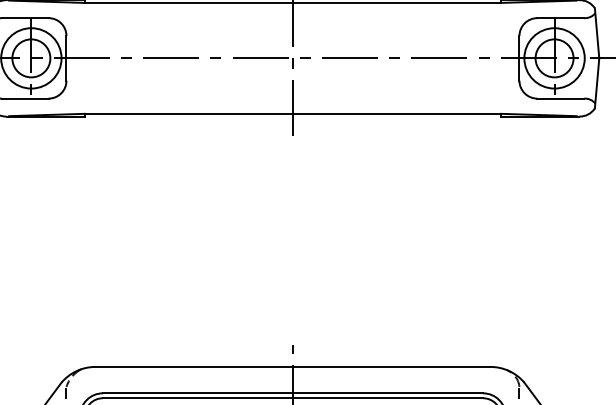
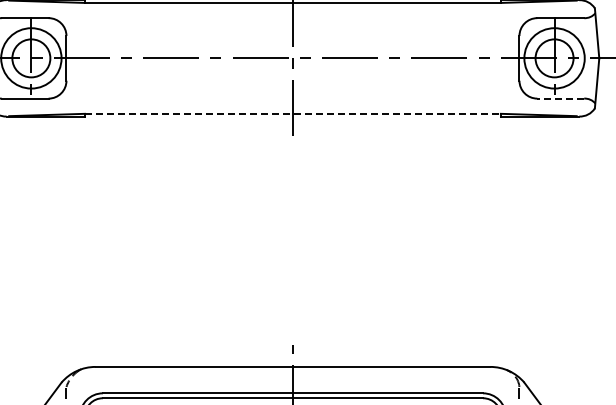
line at (560, 98): solid -> dashed
line at (292, 113): solid -> dashed
